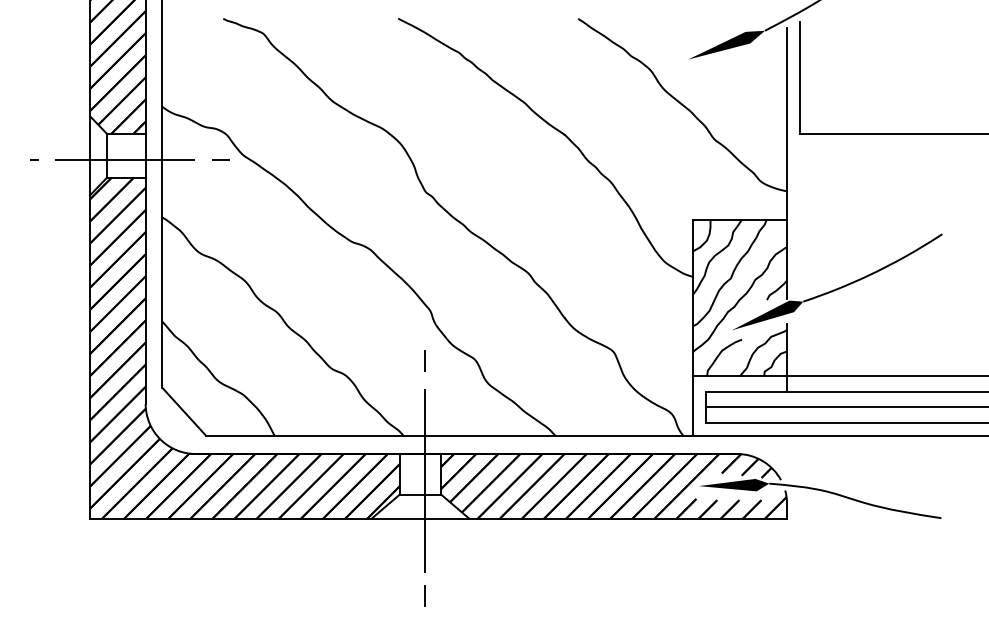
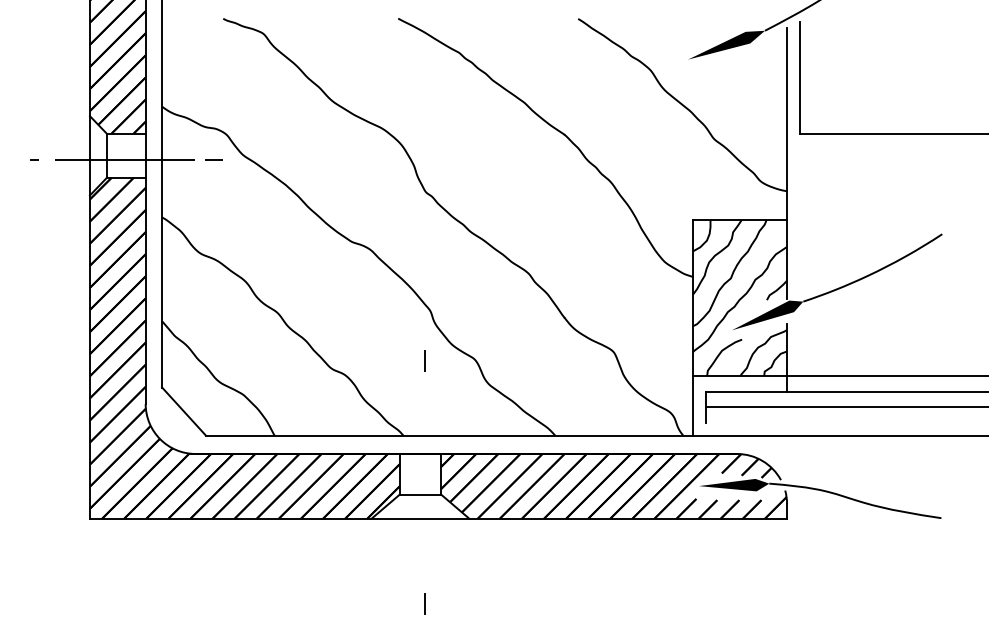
line at (220, 159) position: (220, 159) -> (213, 159)
line at (845, 423): present -> none
line at (424, 480): present -> none
line at (424, 595) position: (424, 595) -> (424, 603)
